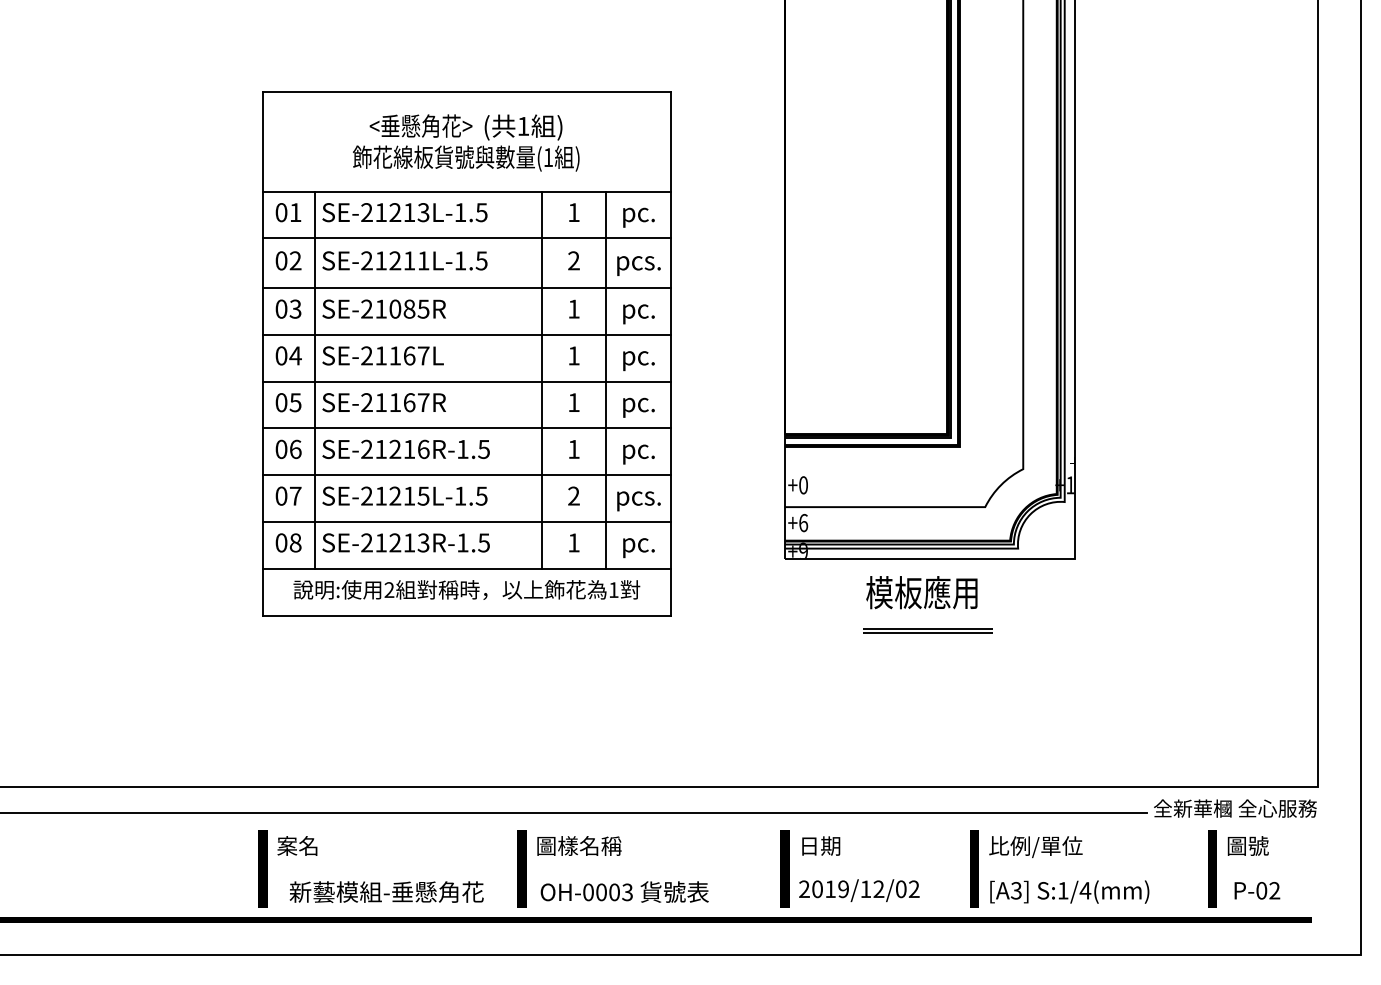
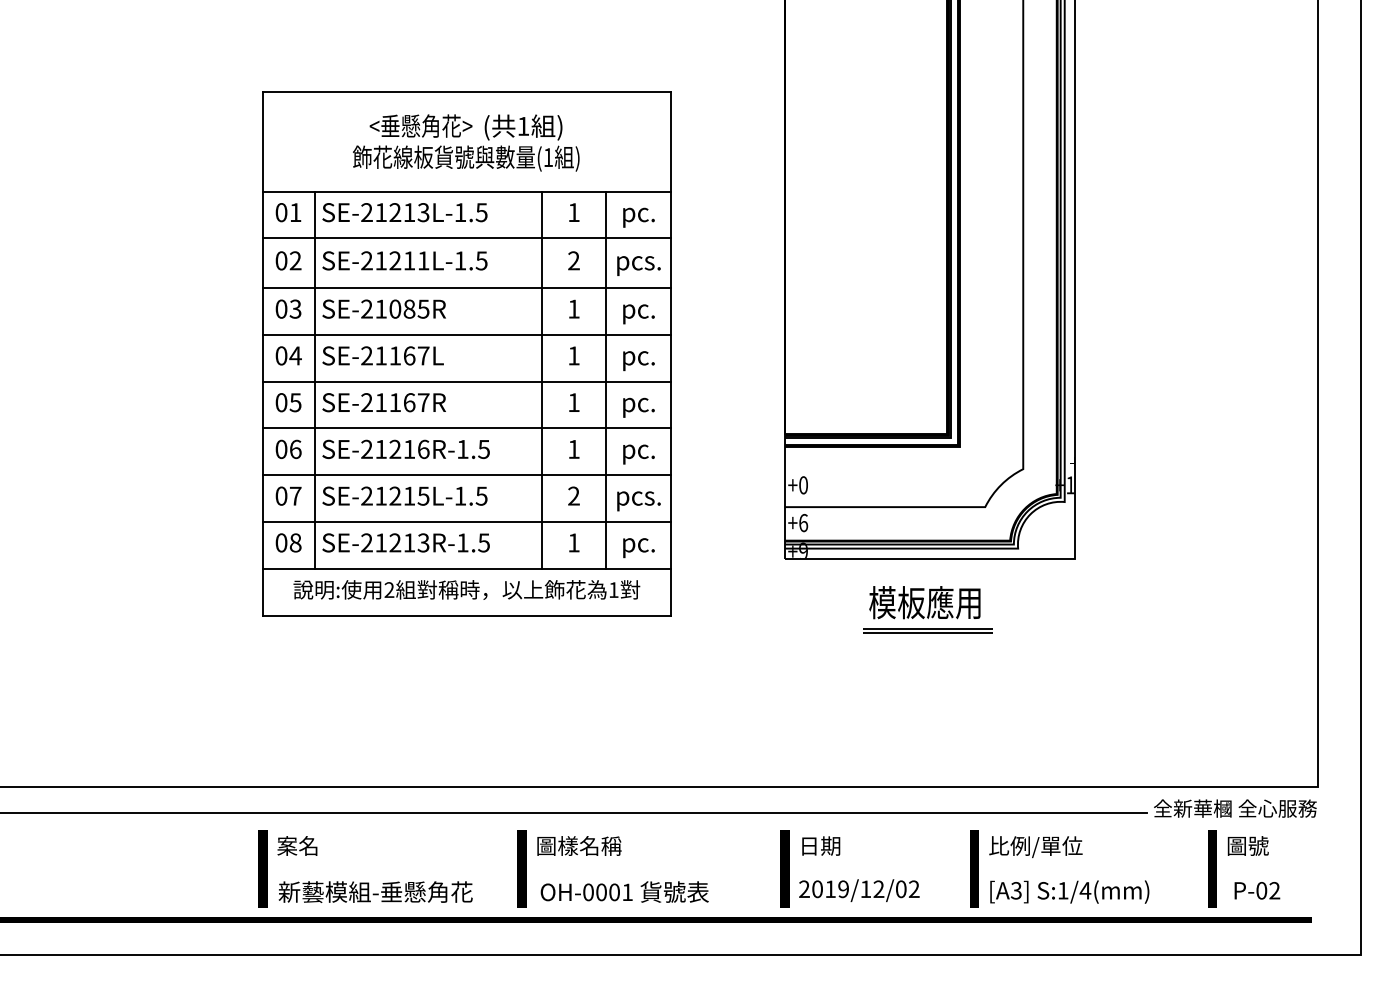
text at (921, 592) position: (921, 592) -> (924, 602)
text at (386, 891) position: (386, 891) -> (375, 891)
text at (627, 892): OH-0003 -> OH-0001
